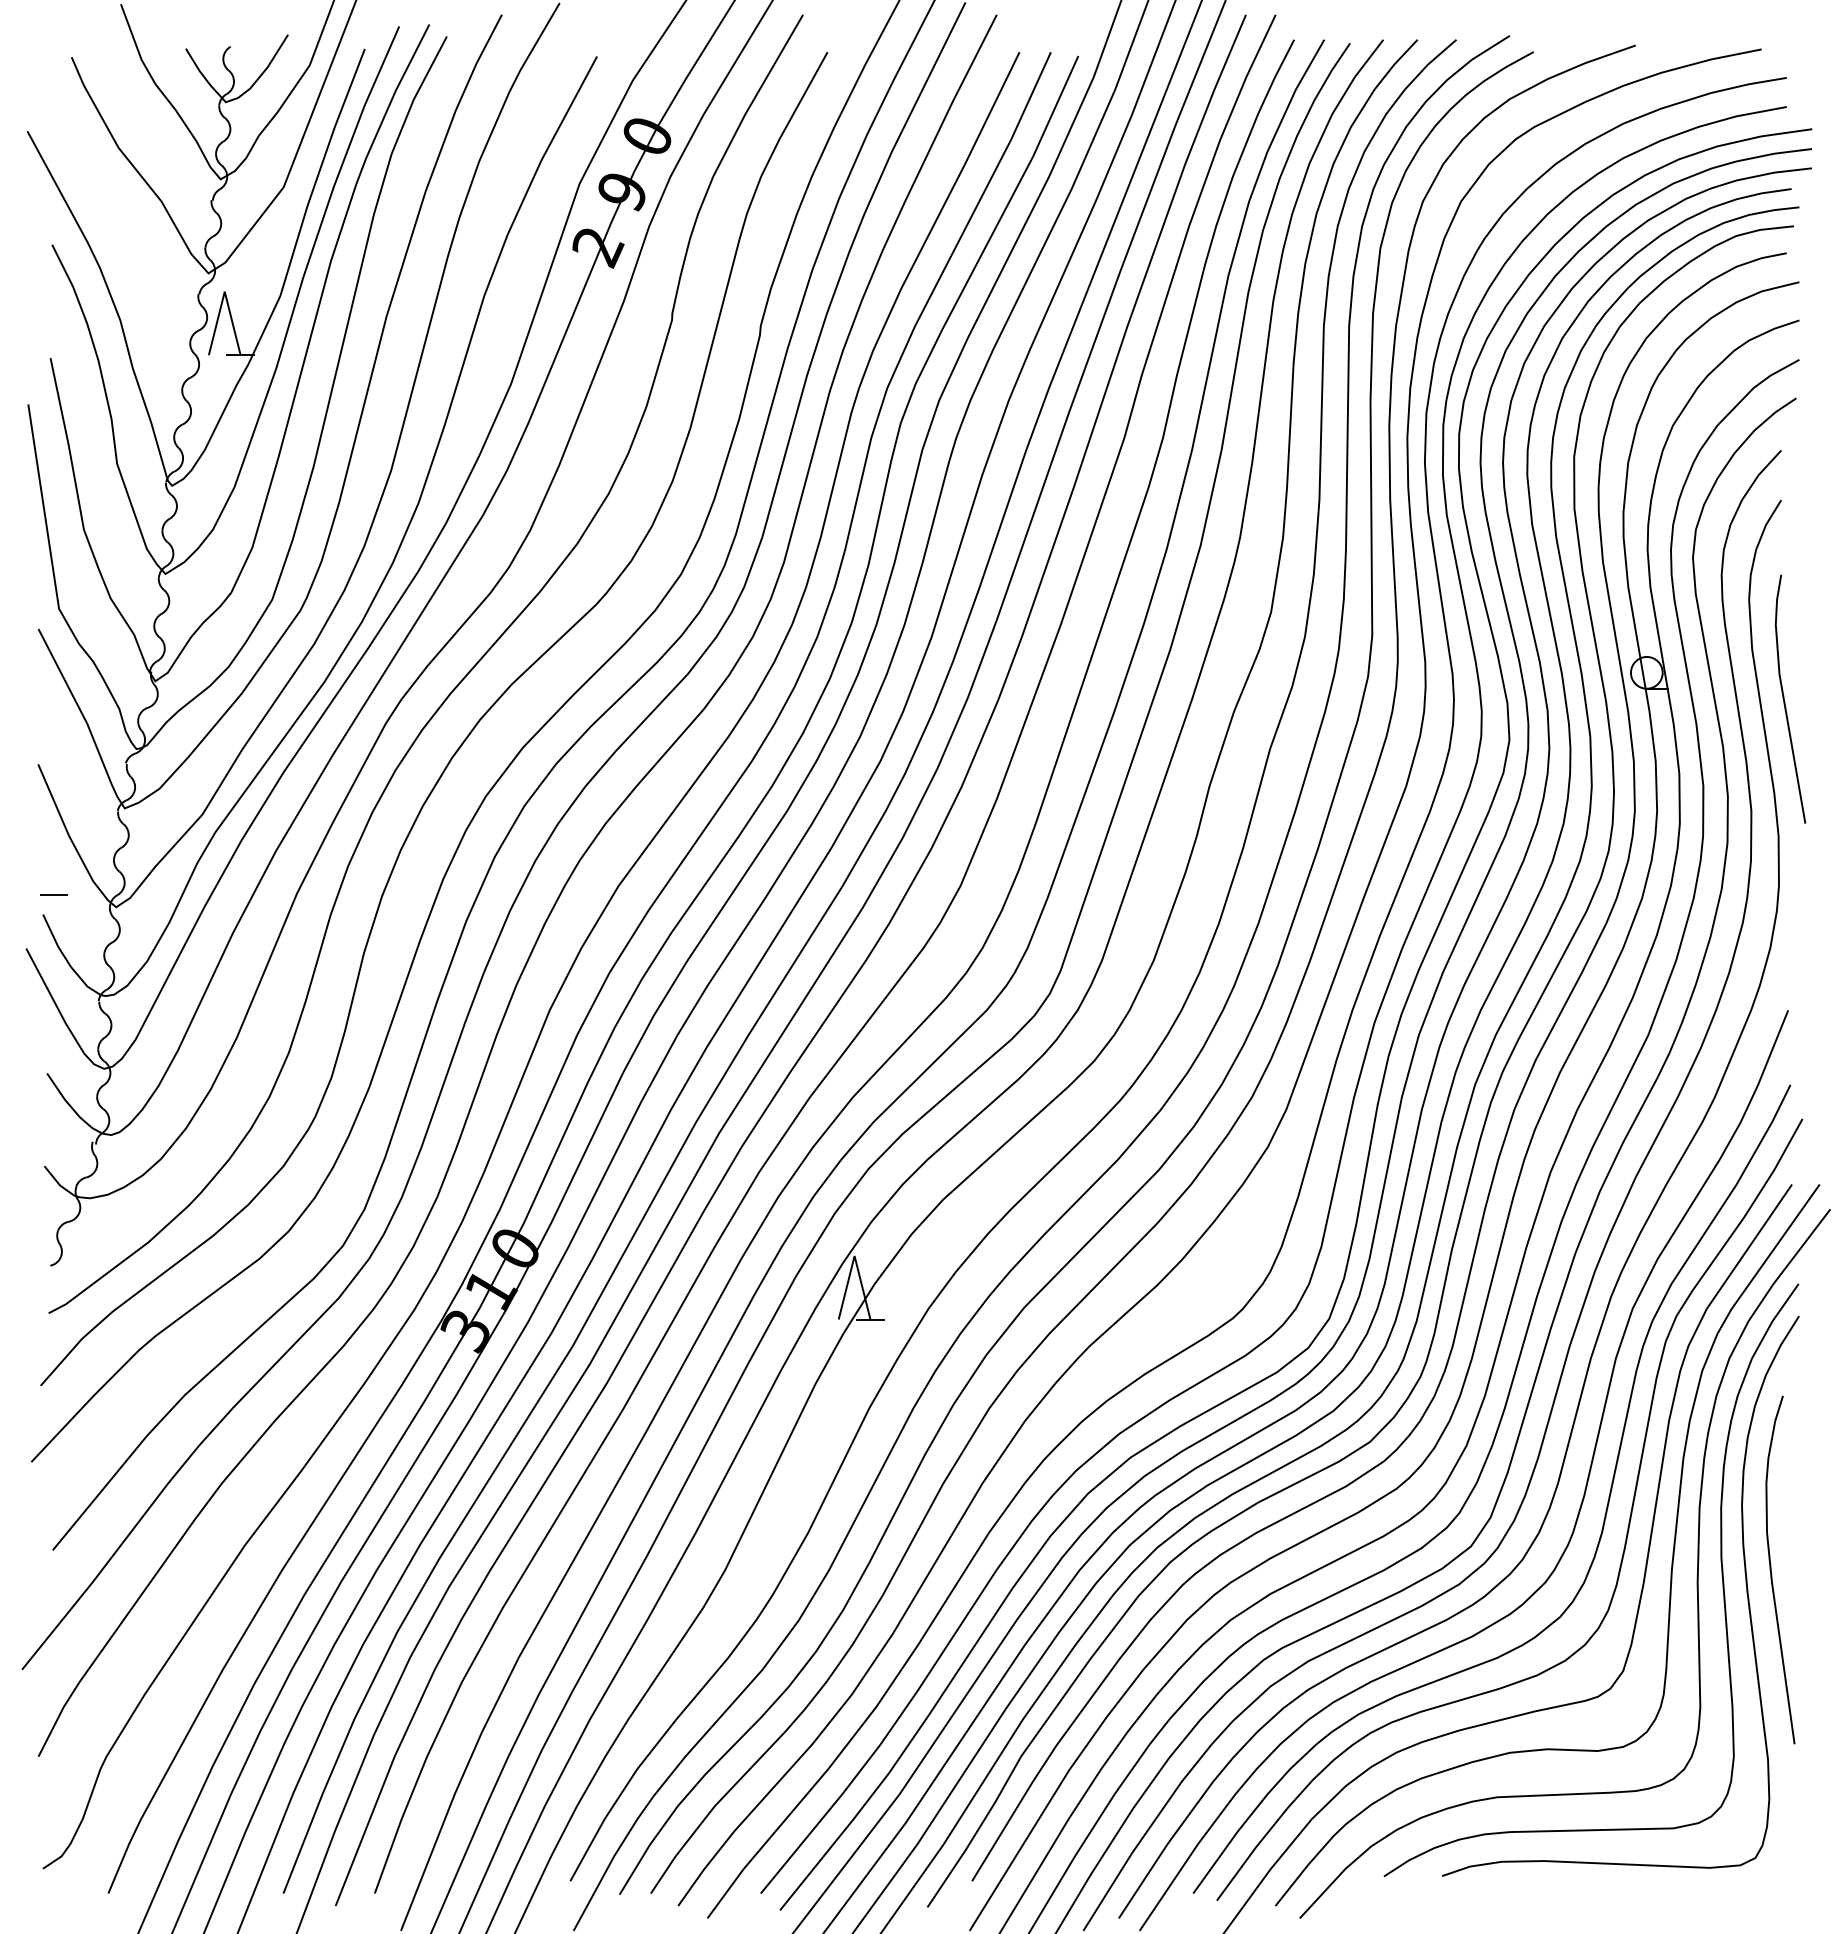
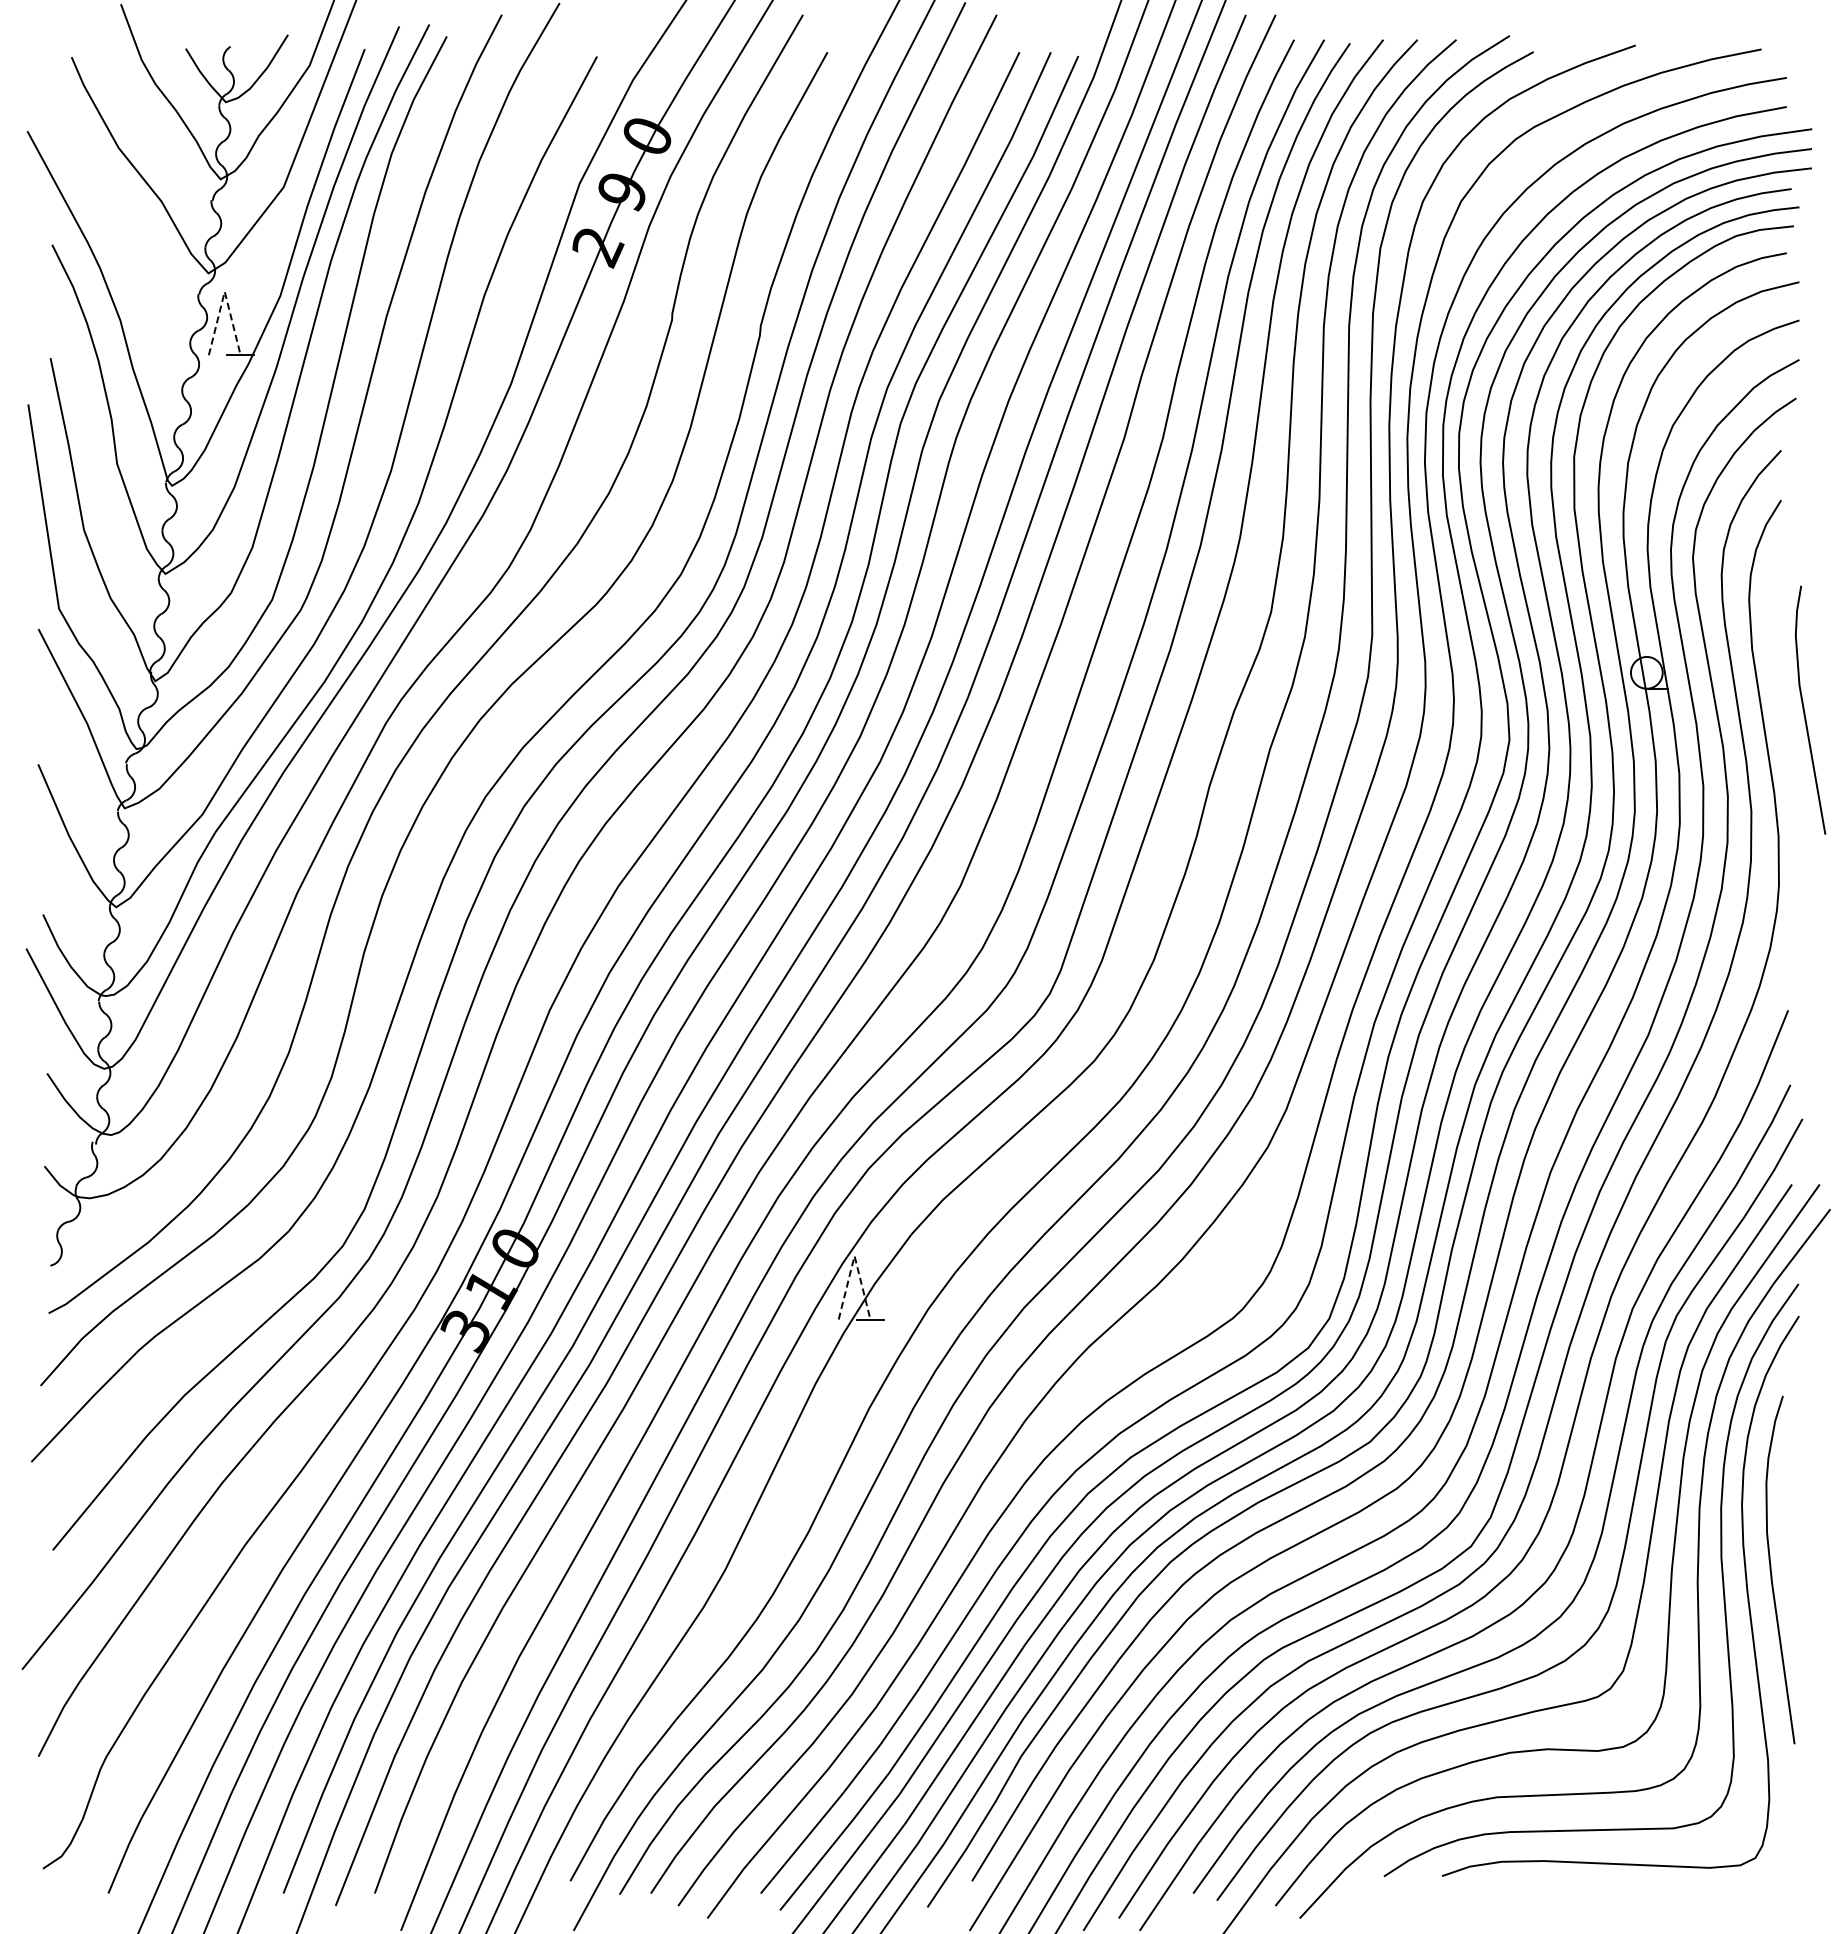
line at (224, 291): solid -> dashed
line at (1785, 701) position: (1785, 701) -> (1805, 712)
line at (53, 895): present -> none
line at (854, 1256): solid -> dashed
